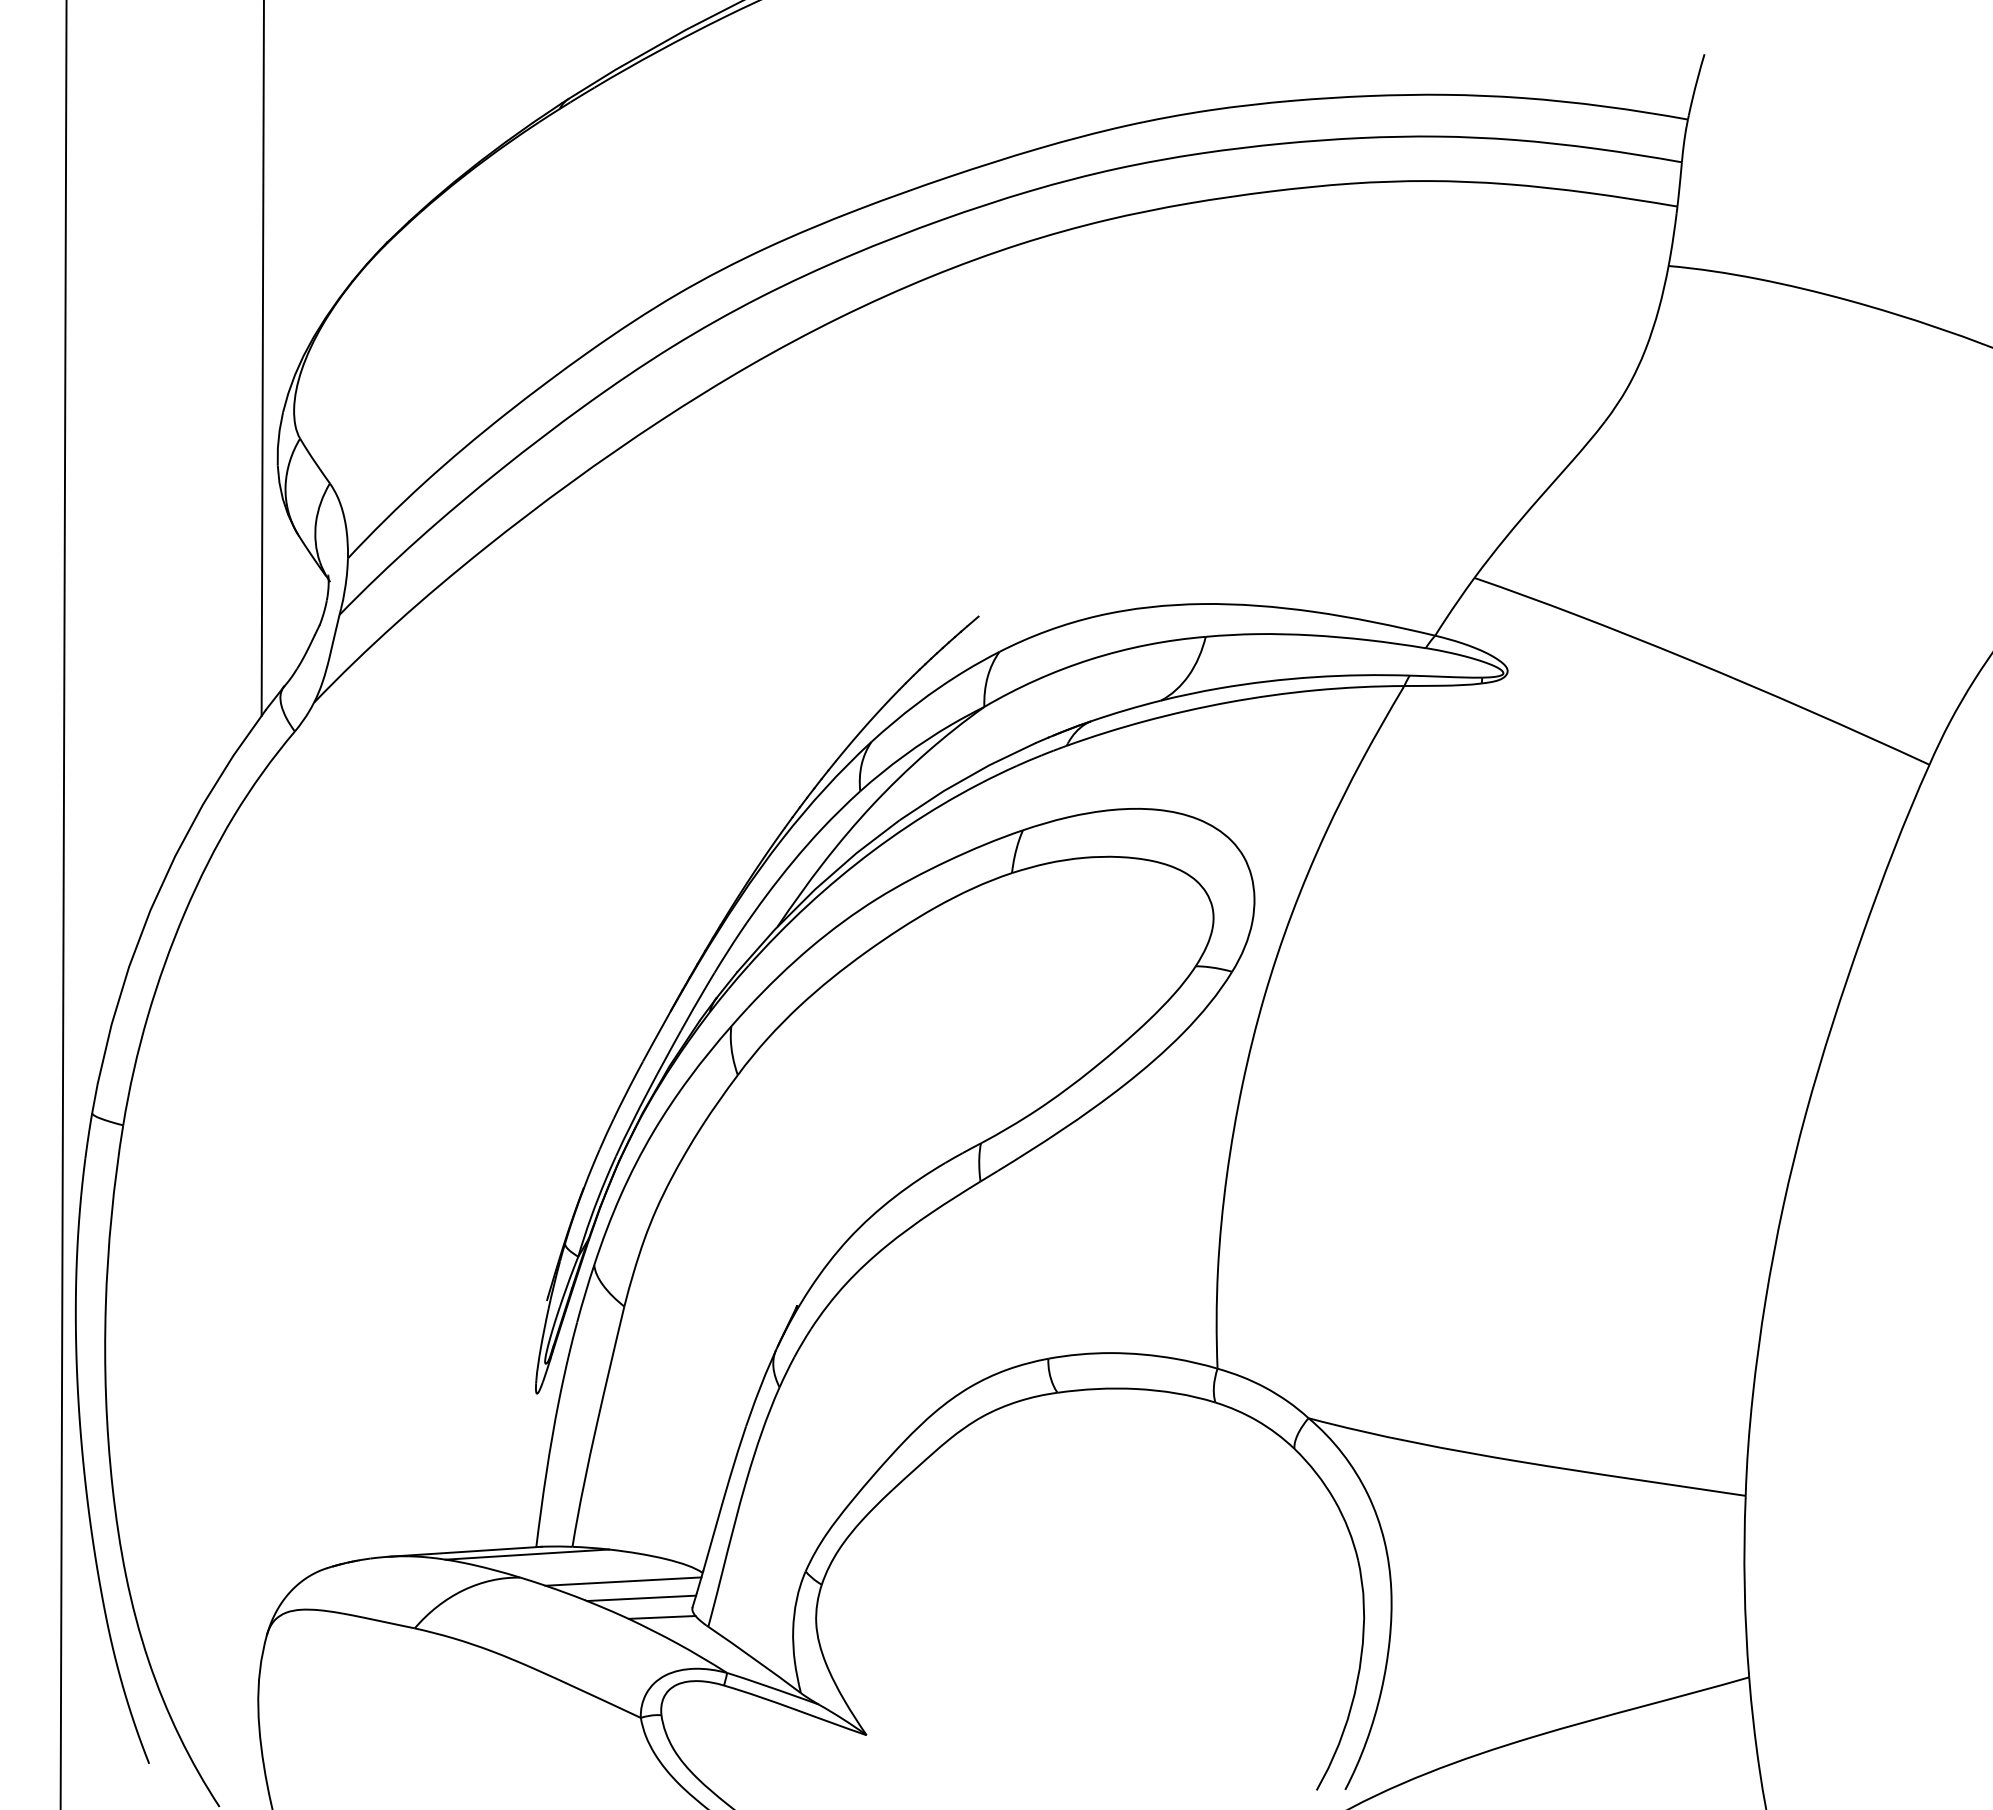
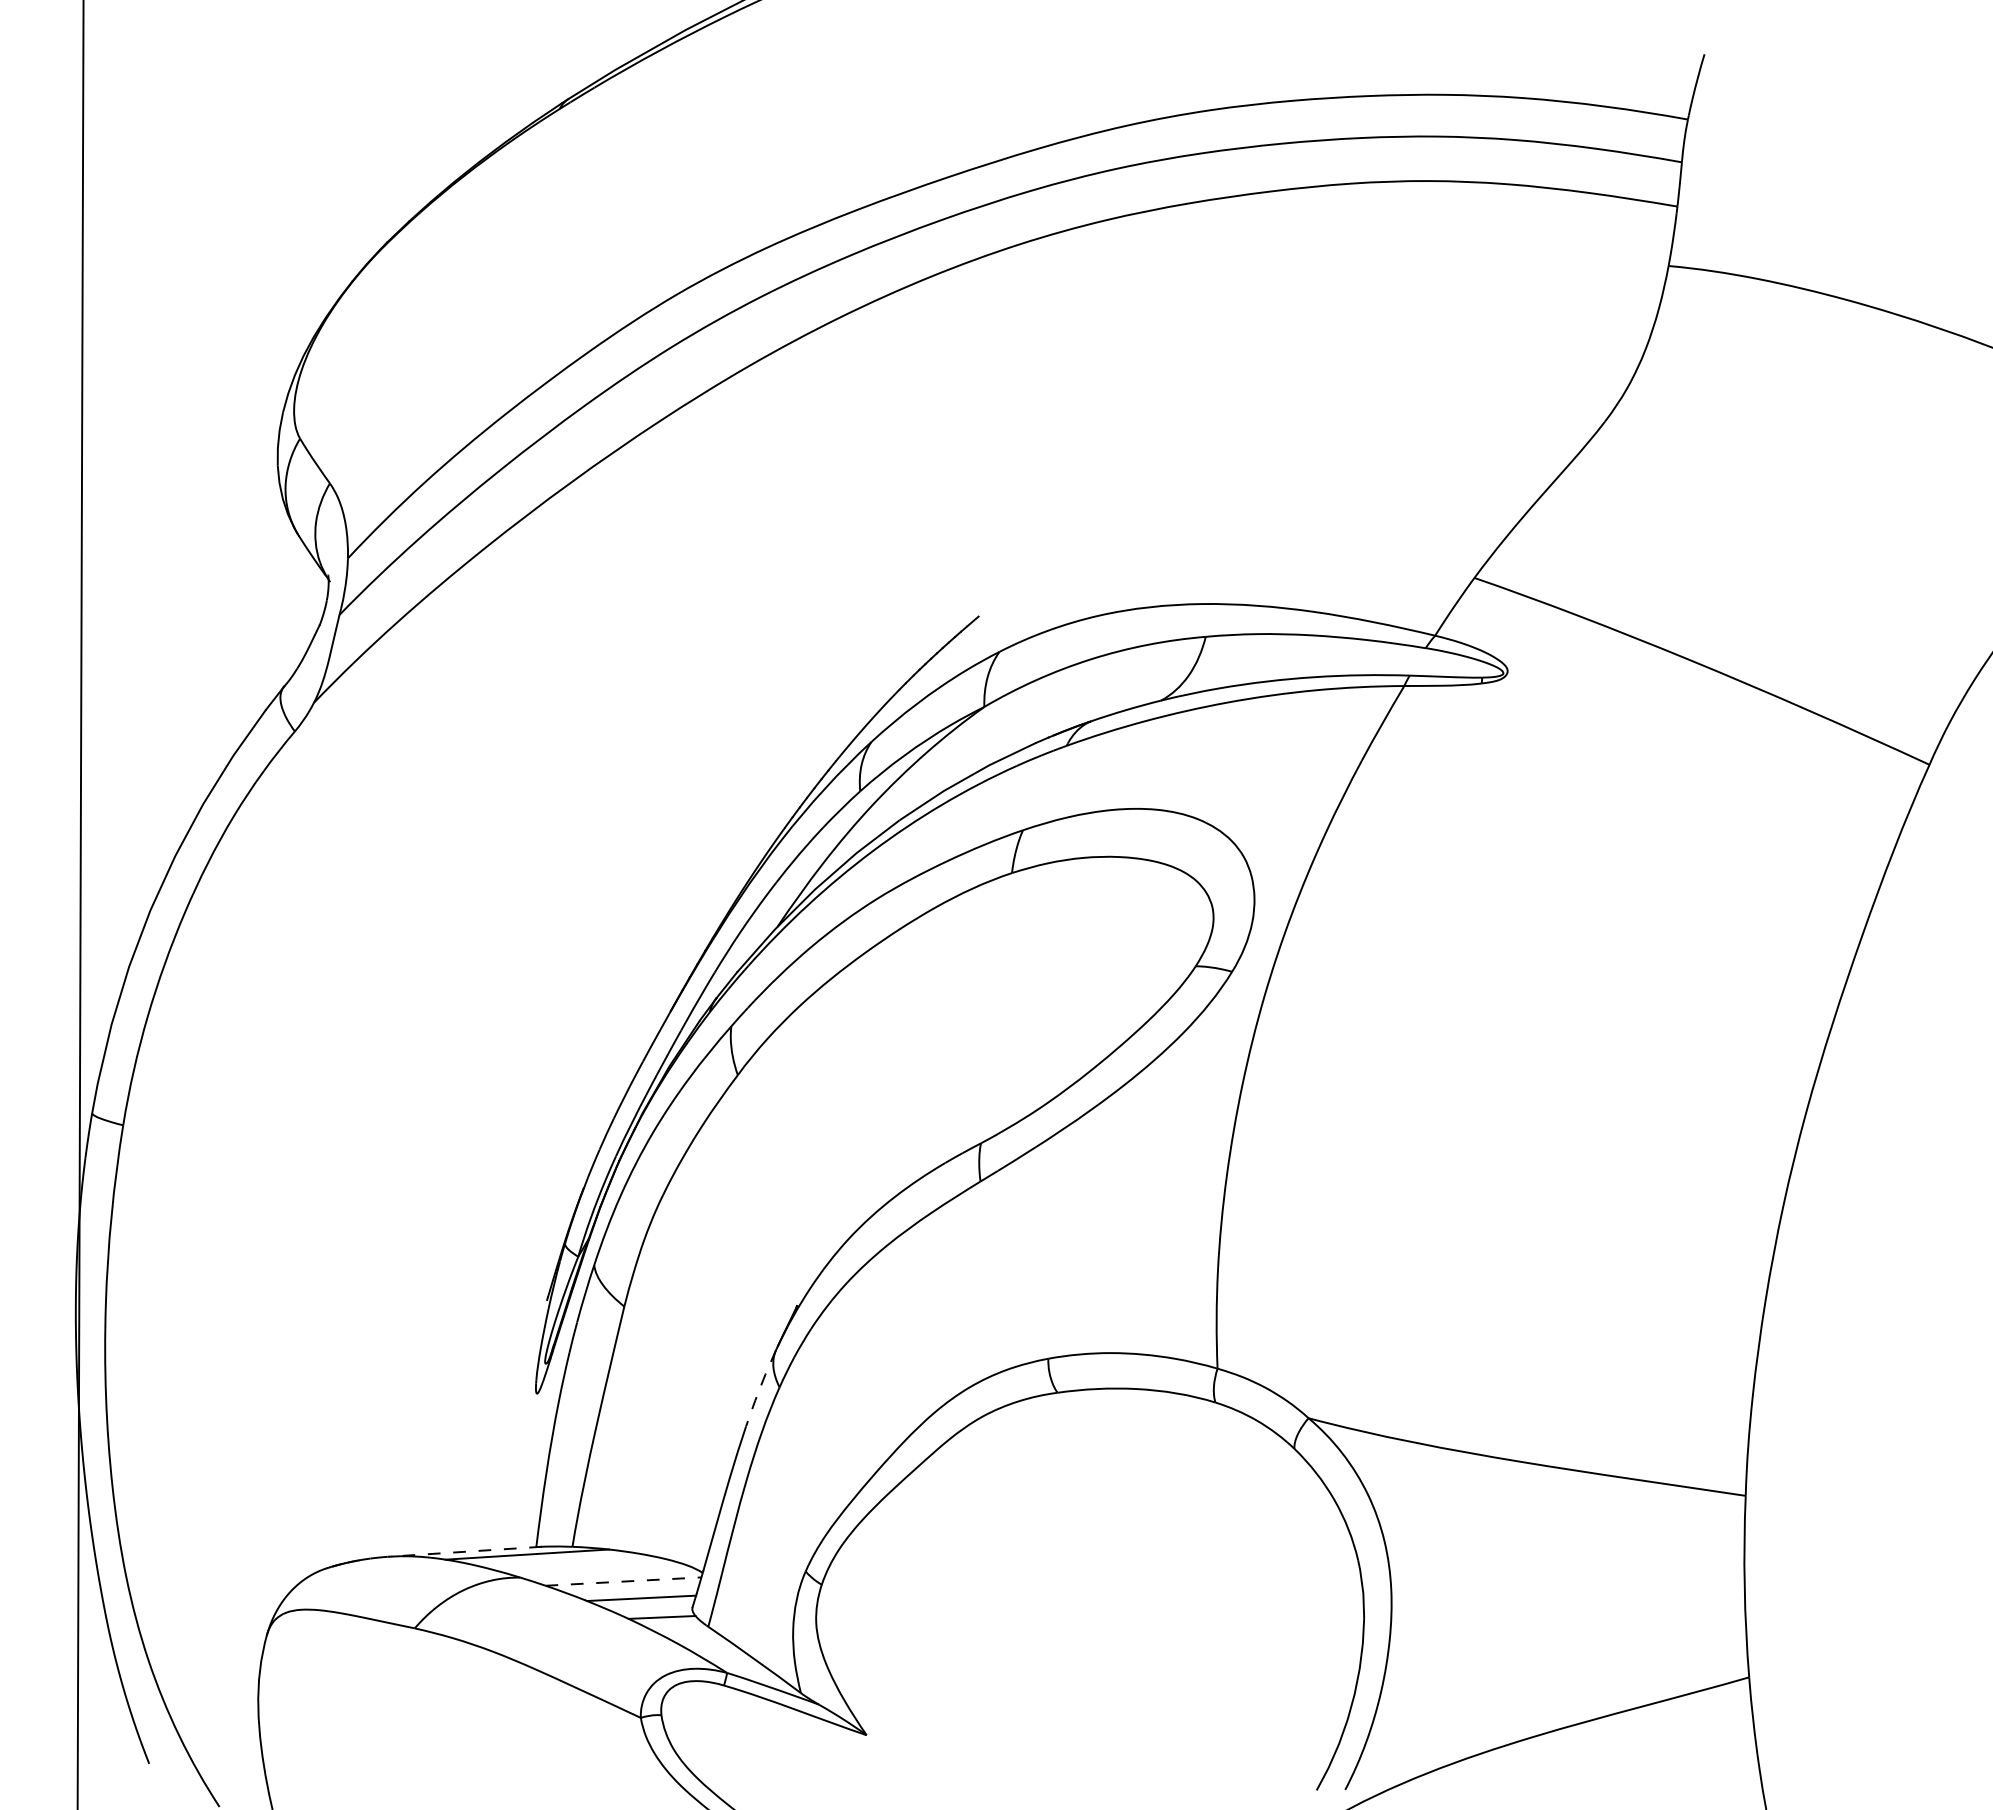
line at (262, 358): present -> none
line at (63, 904) position: (63, 904) -> (80, 904)
line at (759, 1388): solid -> dashed
line at (464, 1551): solid -> dashed
line at (623, 1581): solid -> dashed
